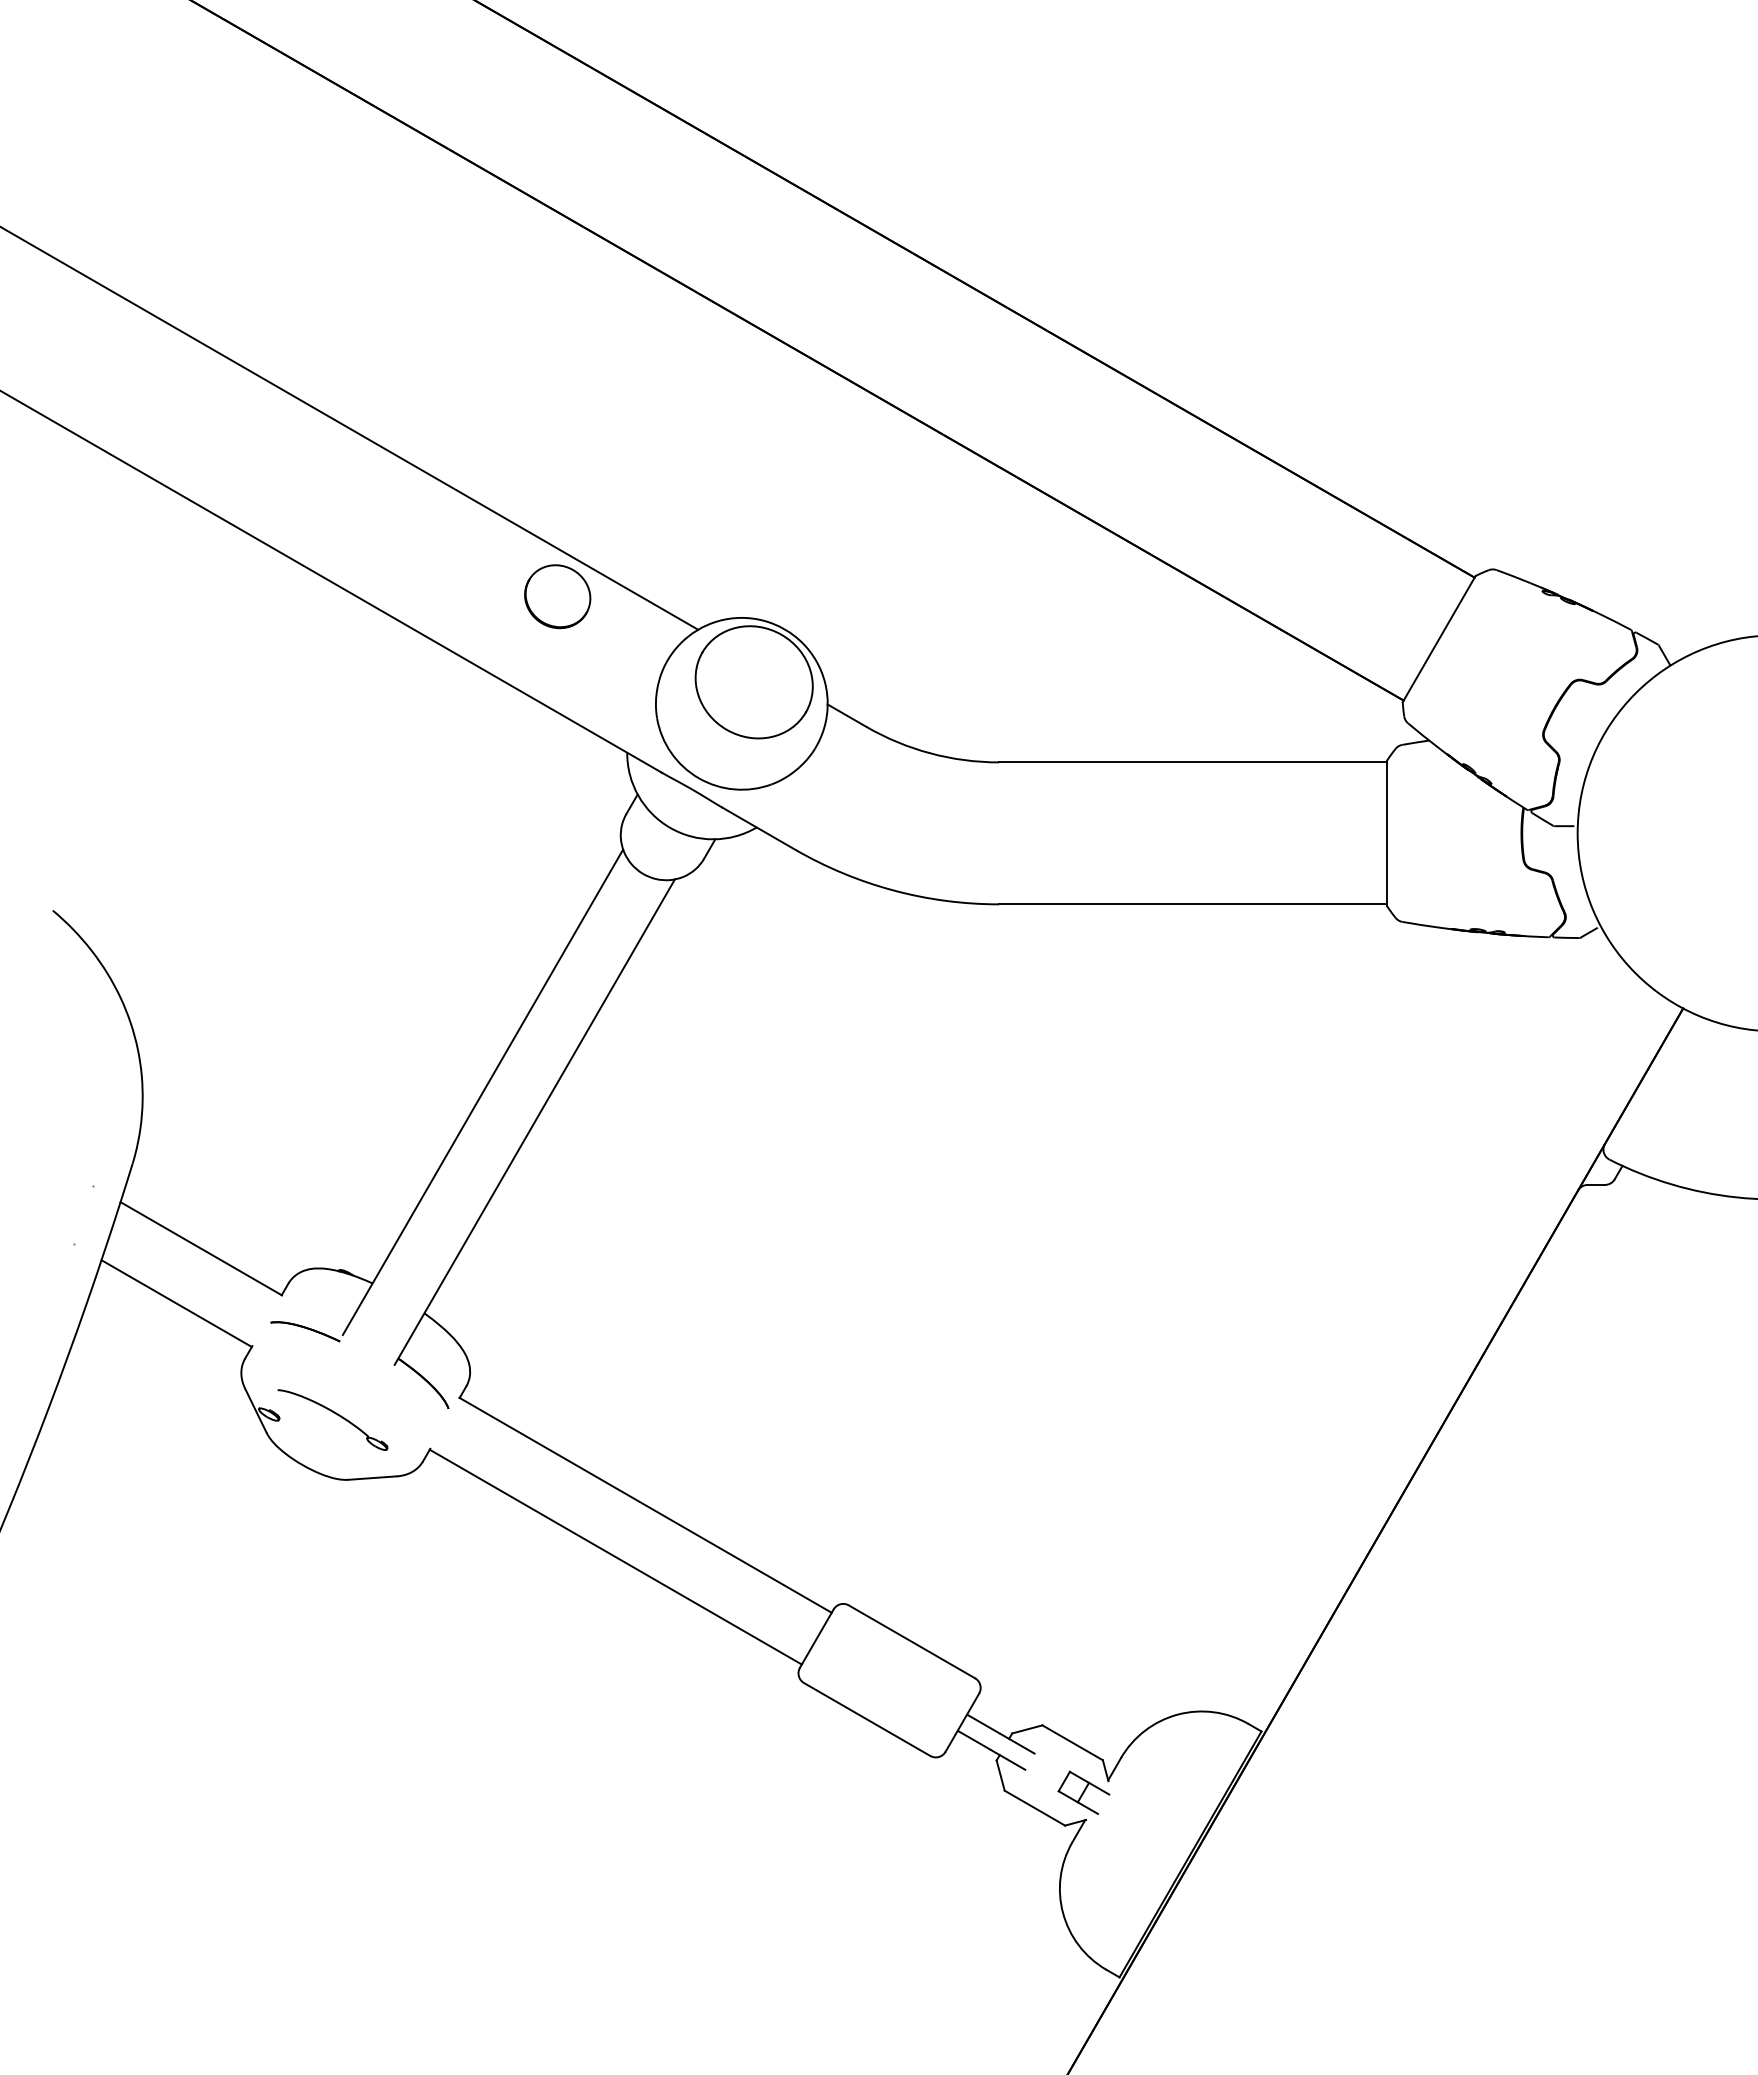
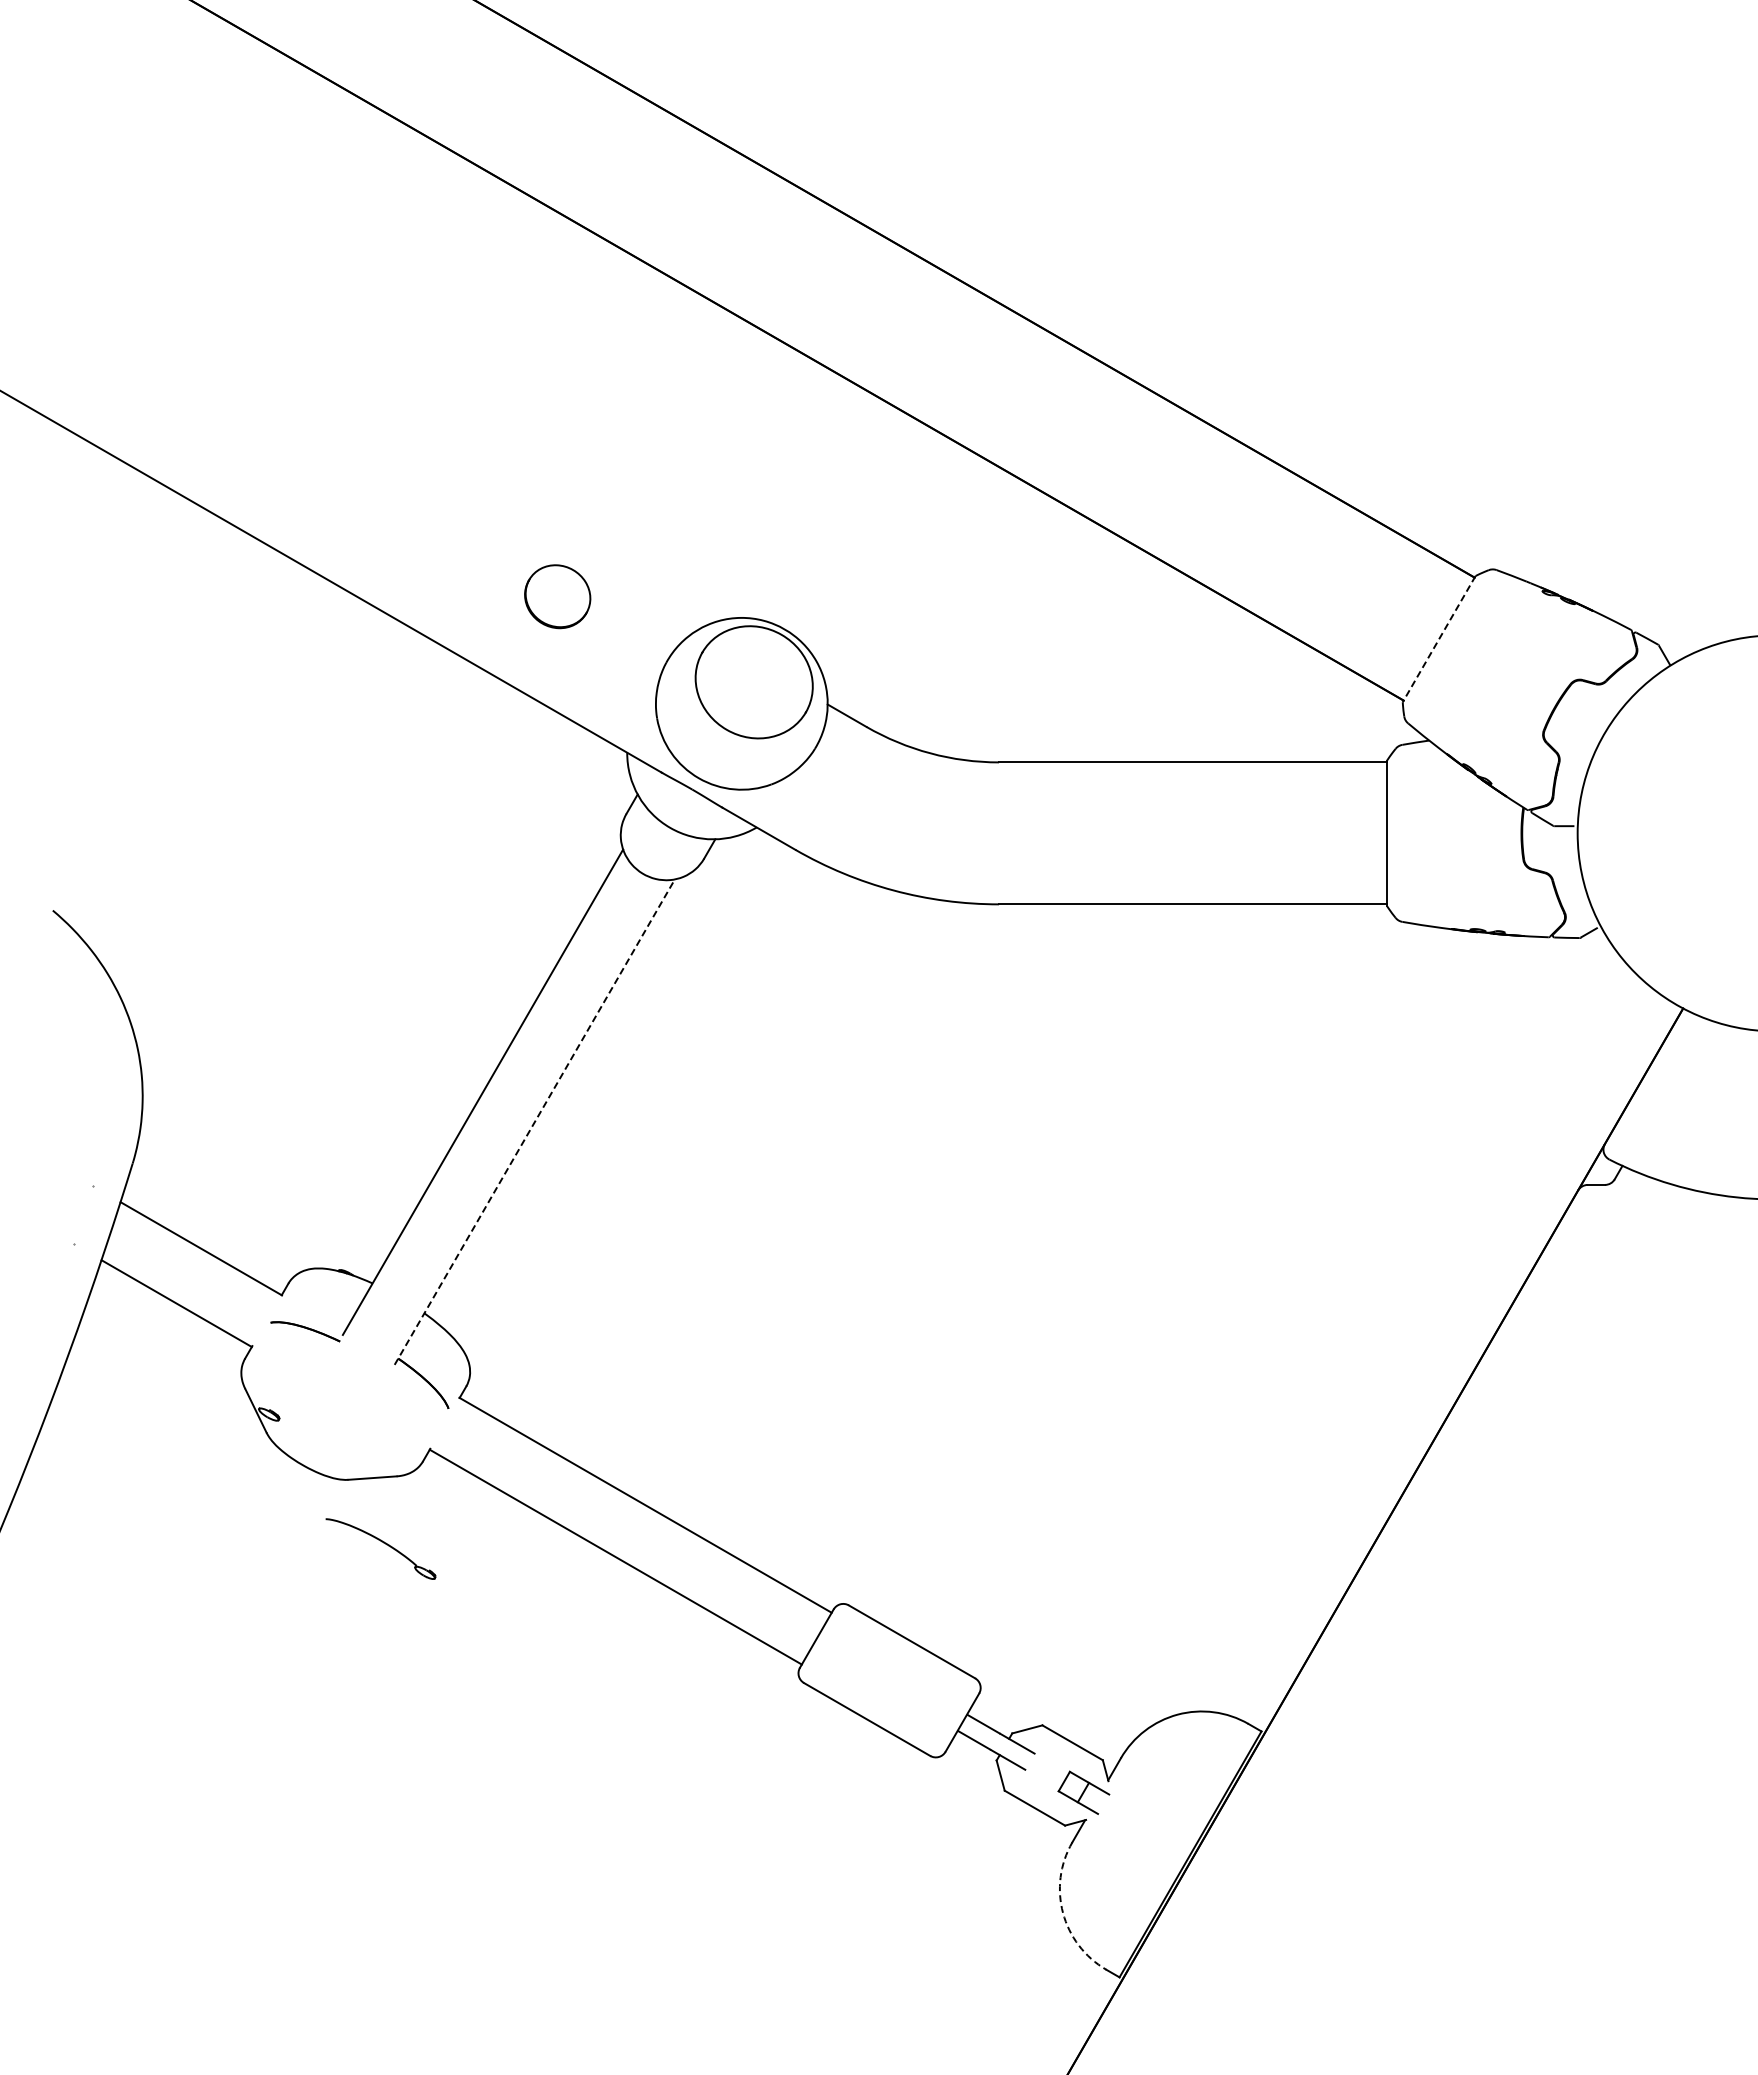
line at (350, 428): present -> none
line at (1439, 639): solid -> dashed
line at (535, 1121): solid -> dashed
part at (332, 1419) position: (332, 1419) -> (380, 1548)
arc at (1063, 1913): solid -> dashed
